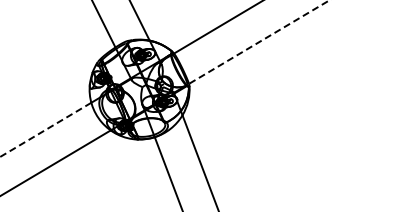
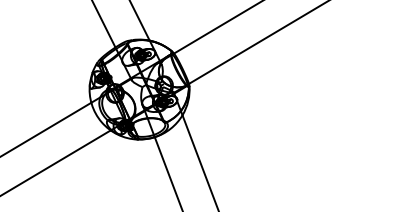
line at (258, 42): dashed -> solid
line at (45, 129): dashed -> solid
